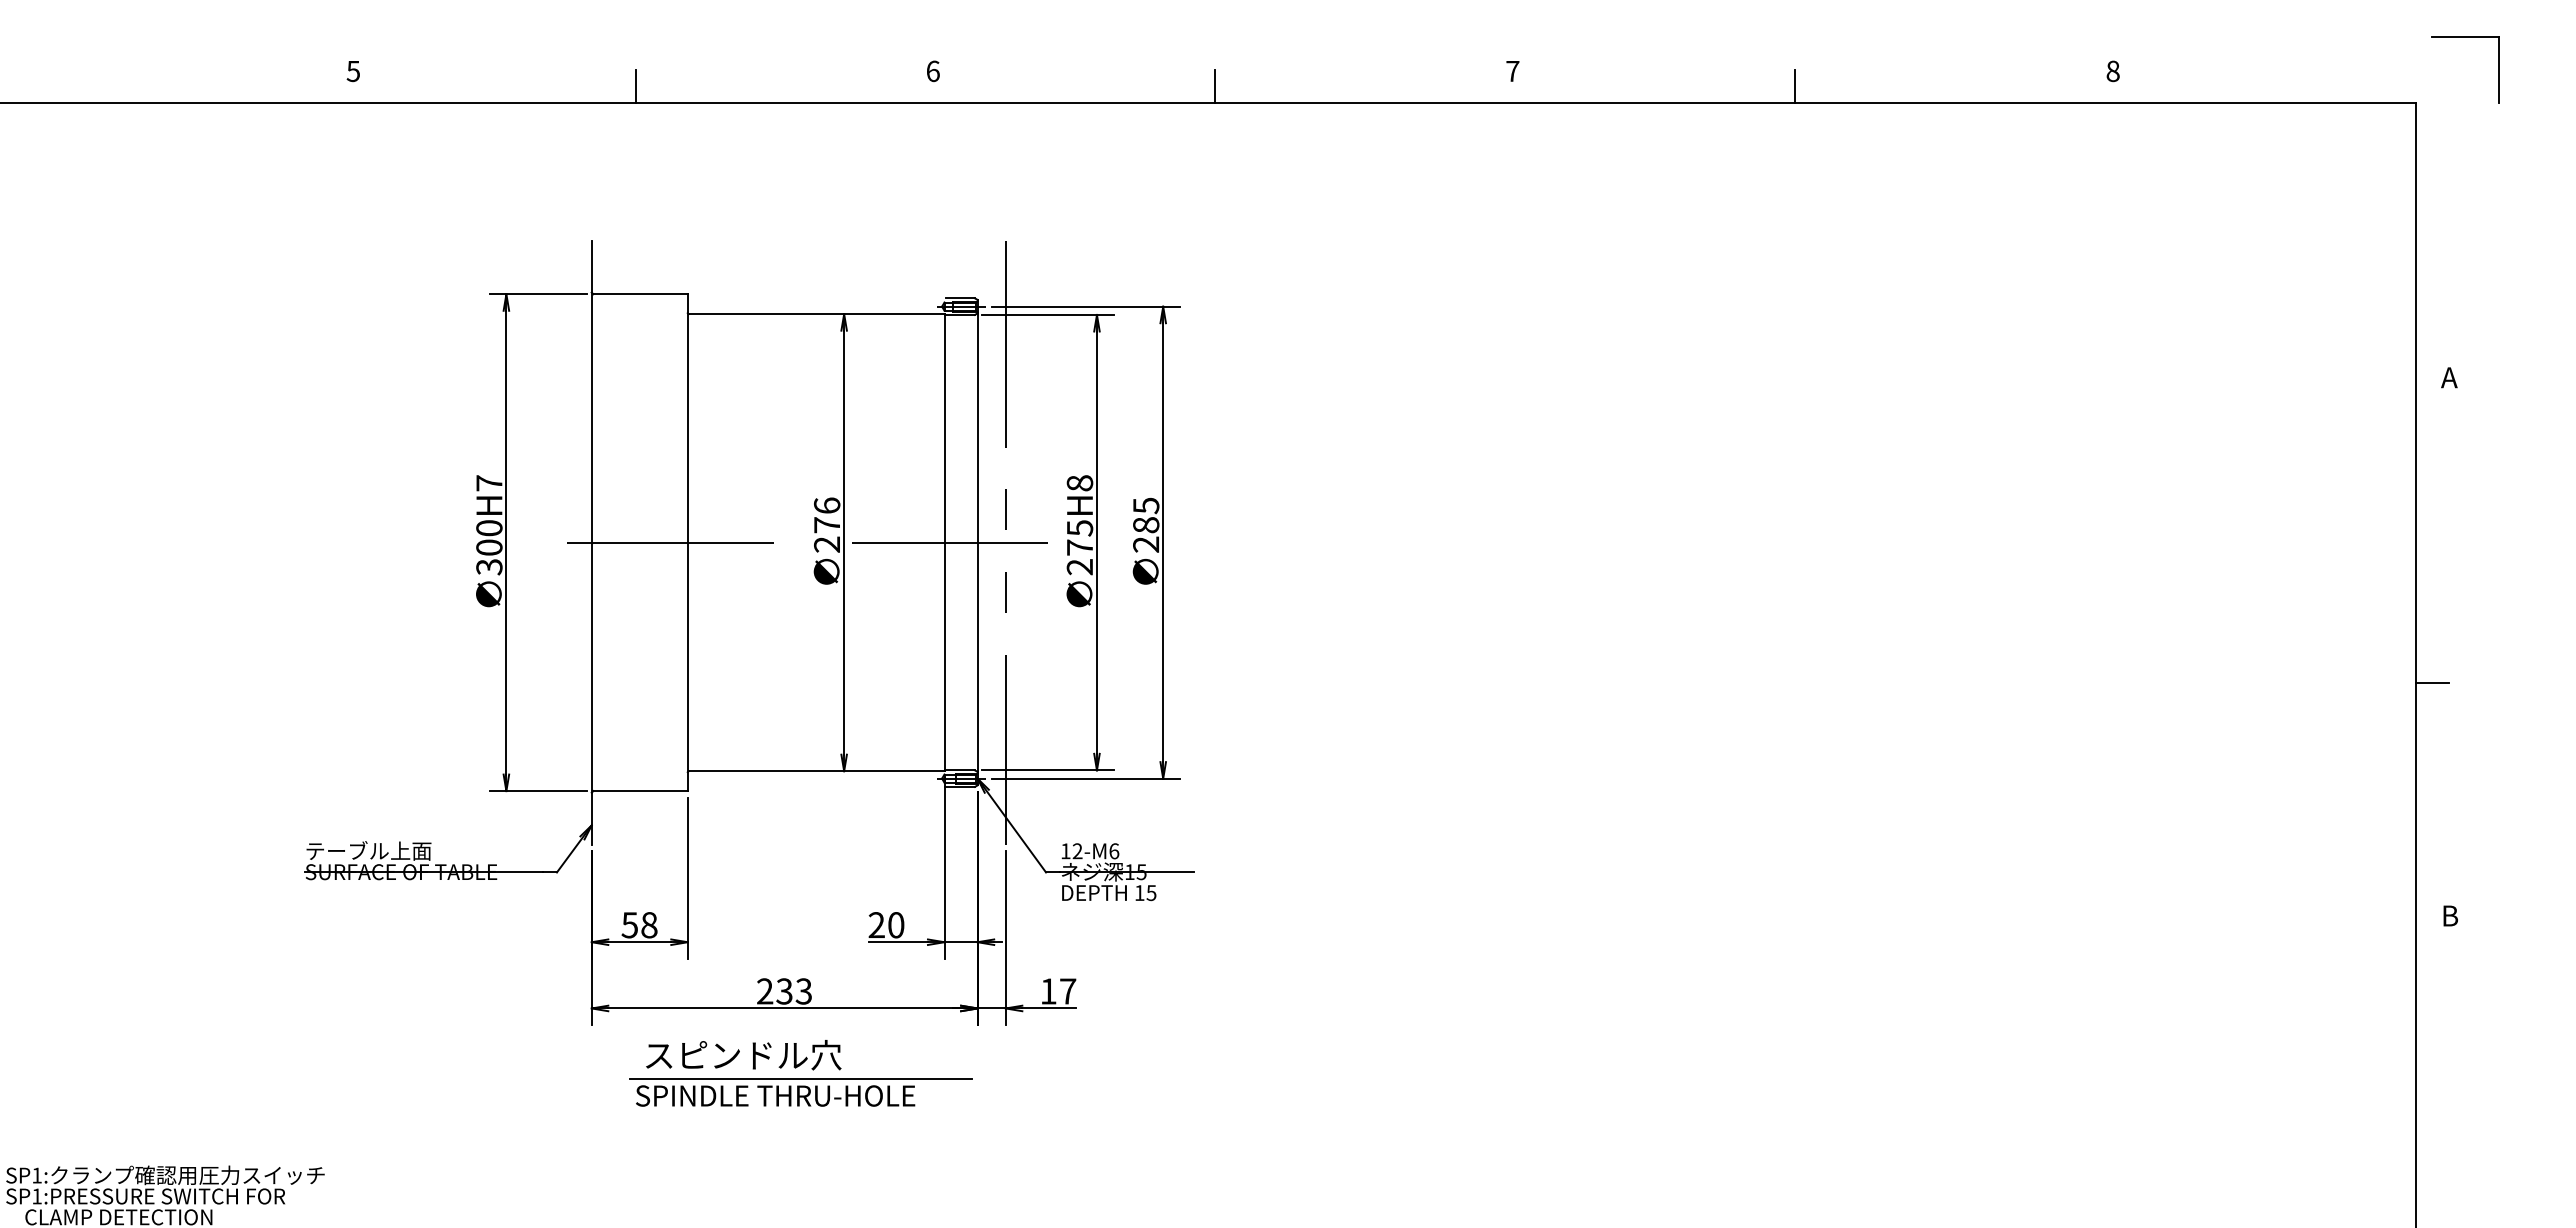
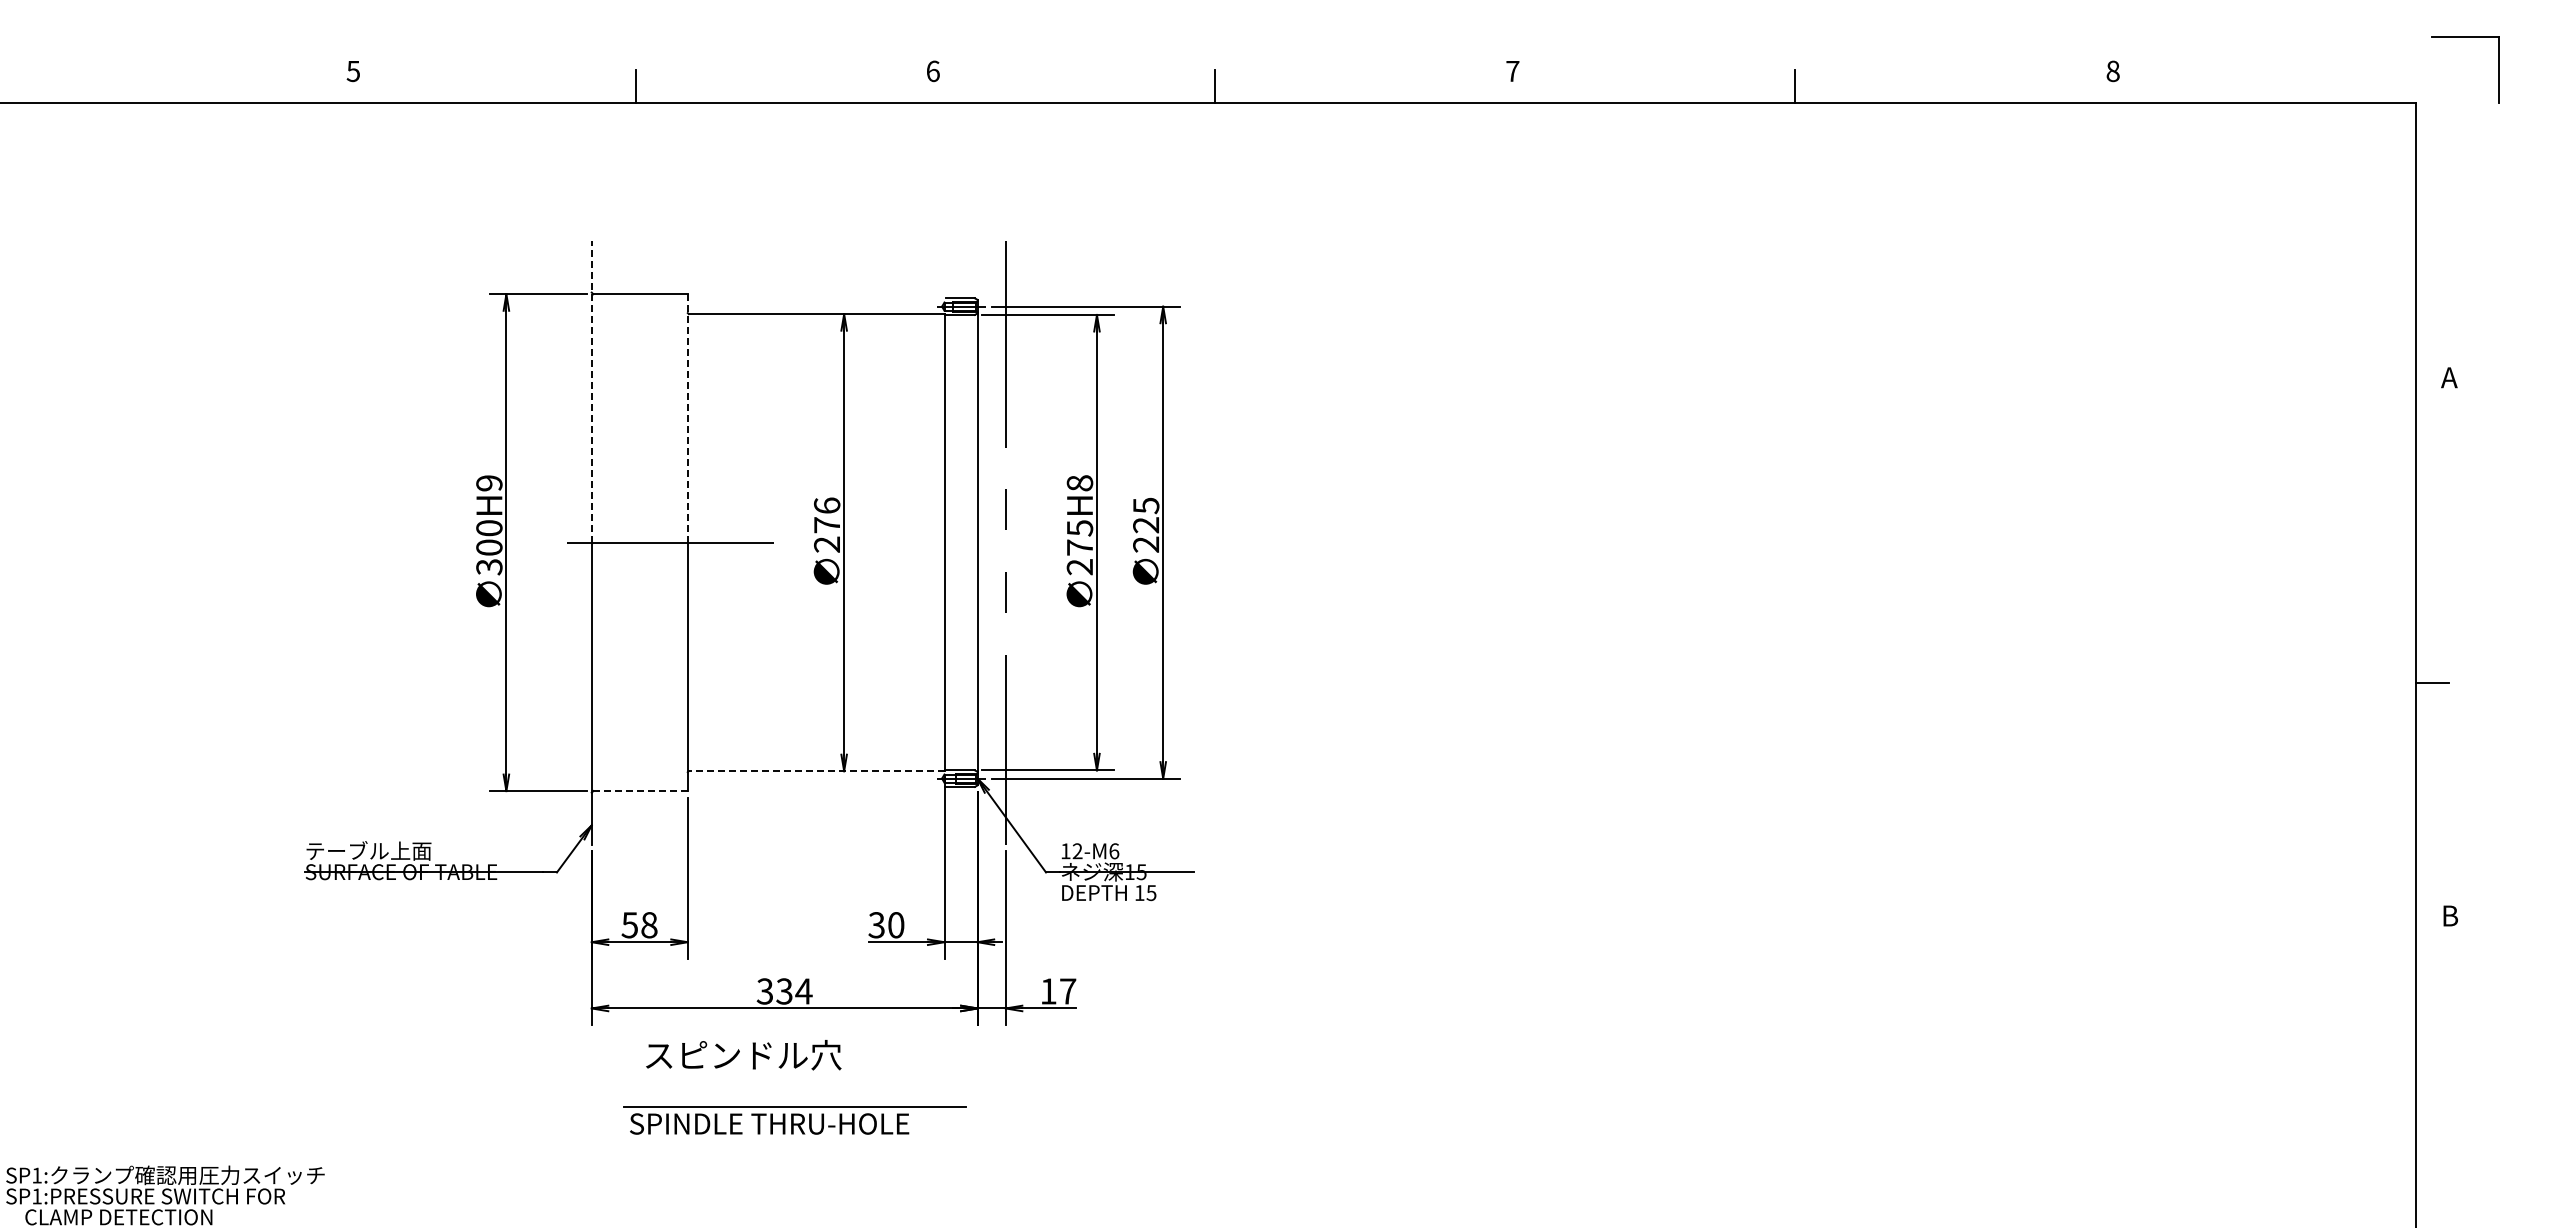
line at (591, 391): solid -> dashed
line at (687, 418): solid -> dashed
text at (489, 483): 300H7 -> 300H9
text at (1146, 525): 285 -> 225
line at (949, 542): present -> none
line at (816, 771): solid -> dashed
line at (640, 791): solid -> dashed
text at (876, 925): 20 -> 30
text at (784, 991): 233 -> 334
part at (800, 1092) position: (800, 1092) -> (794, 1120)
